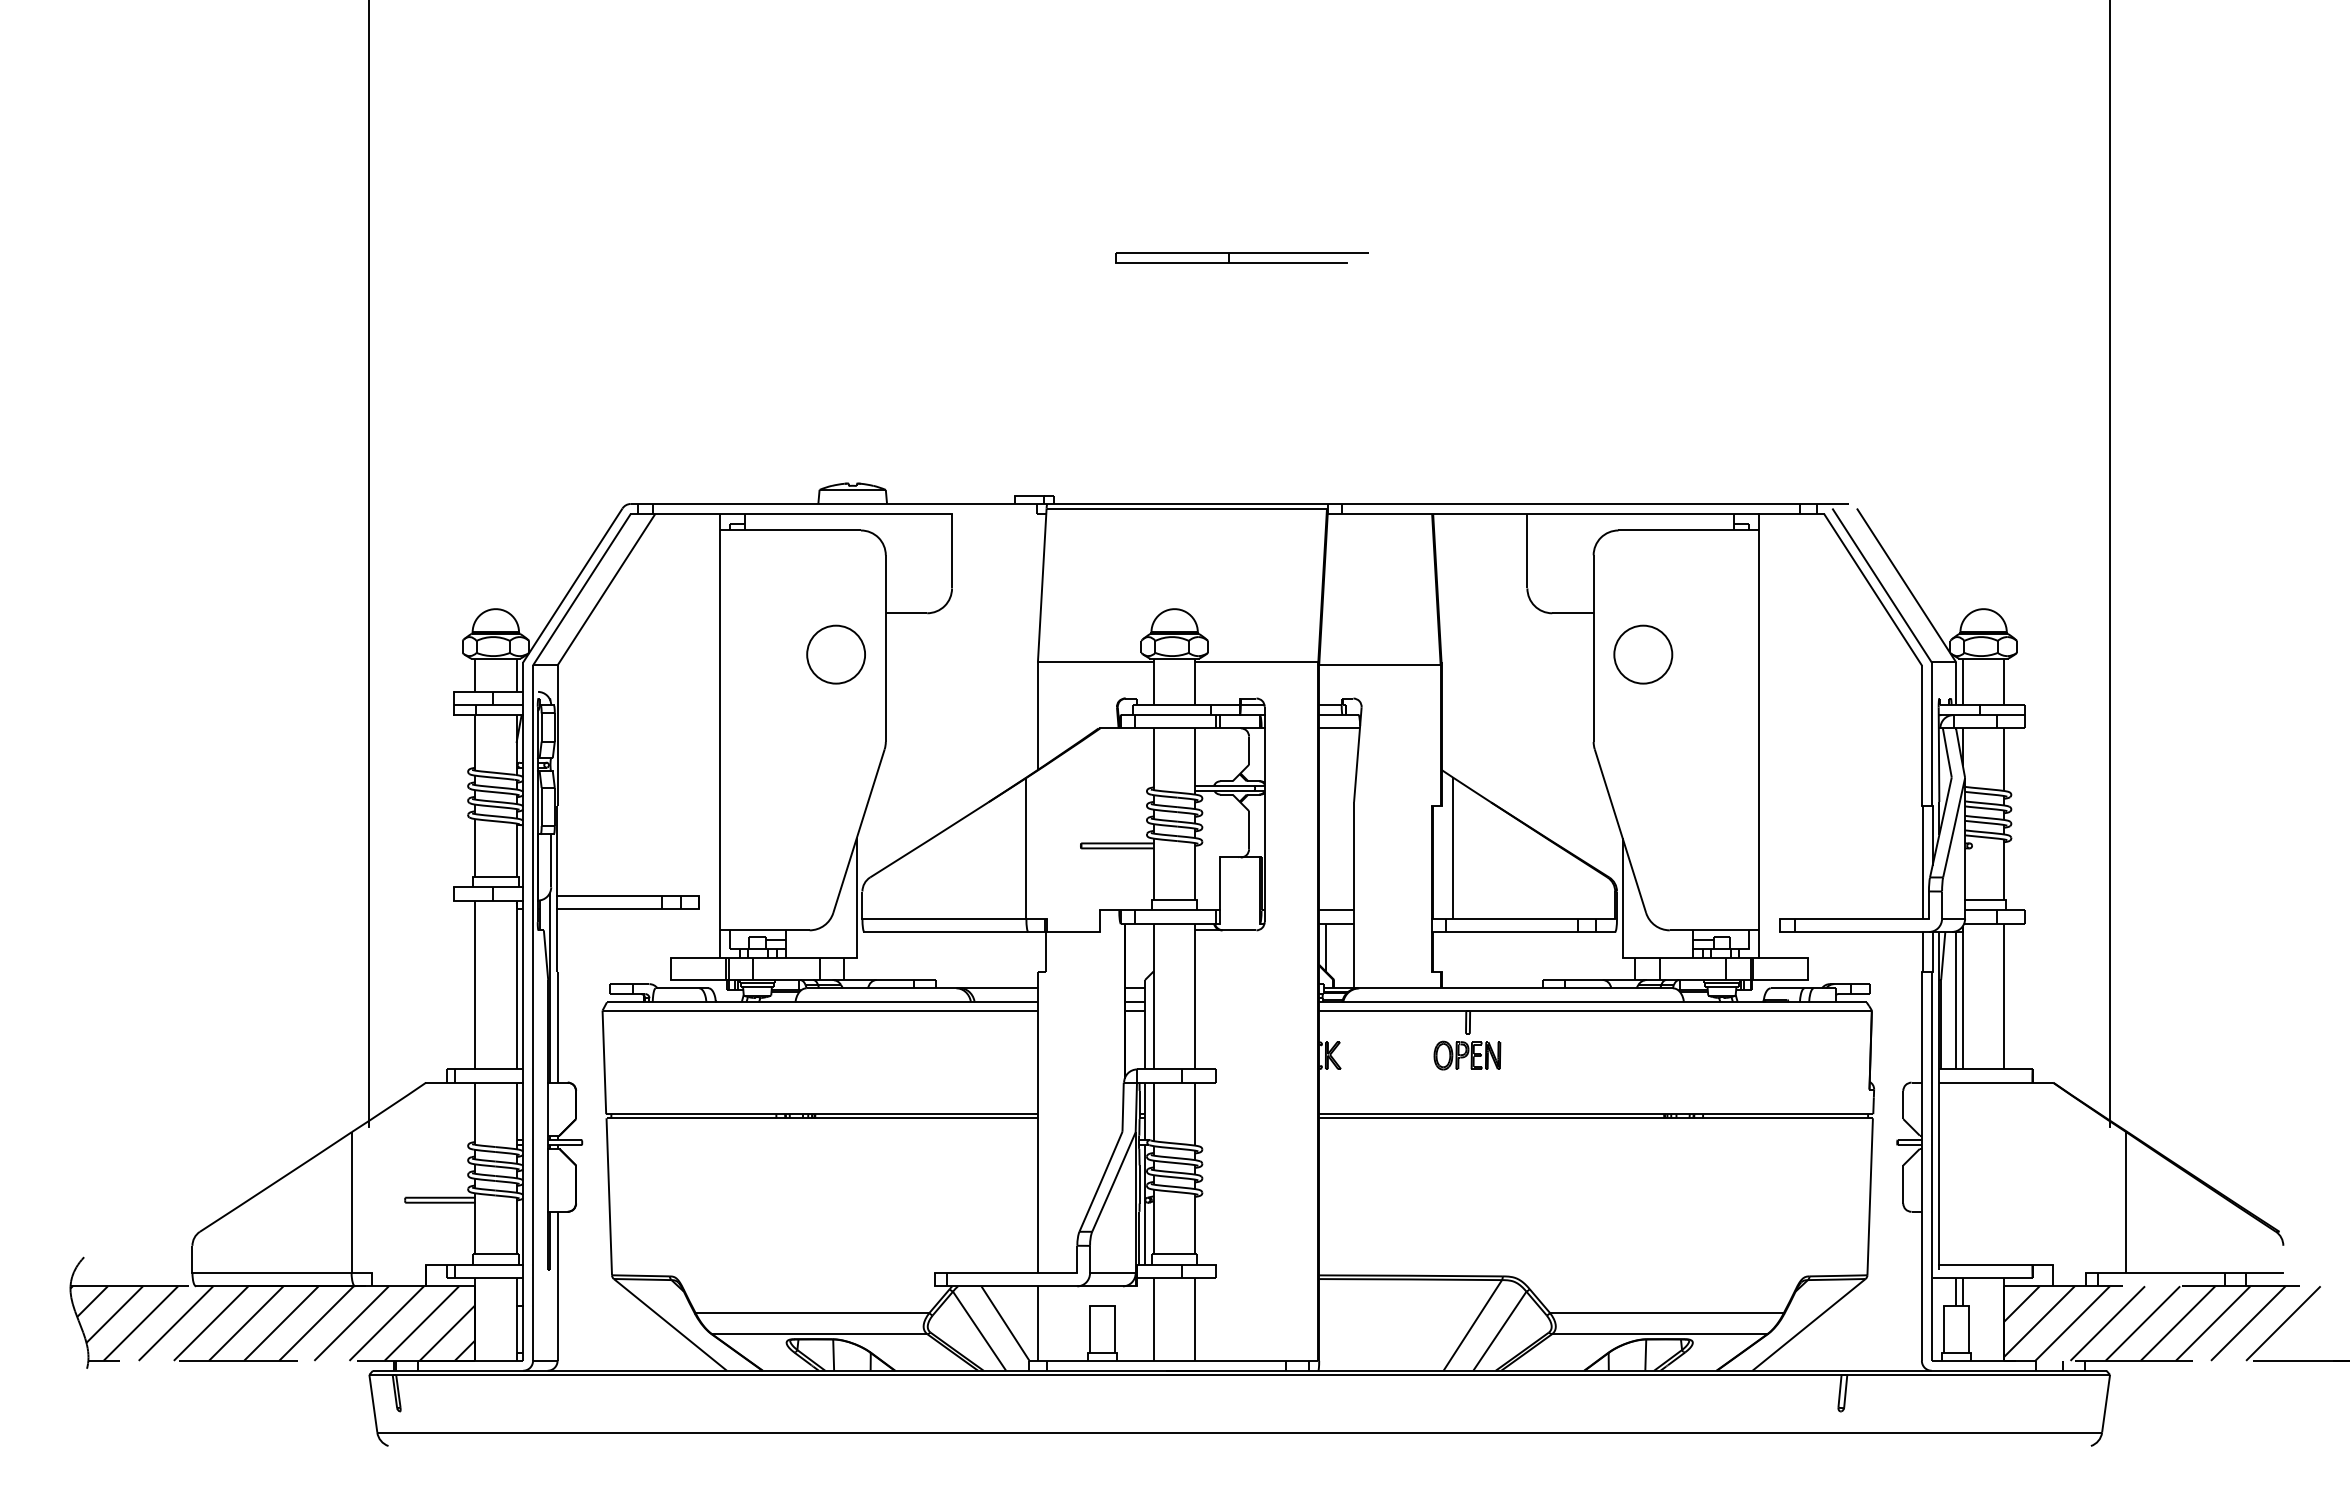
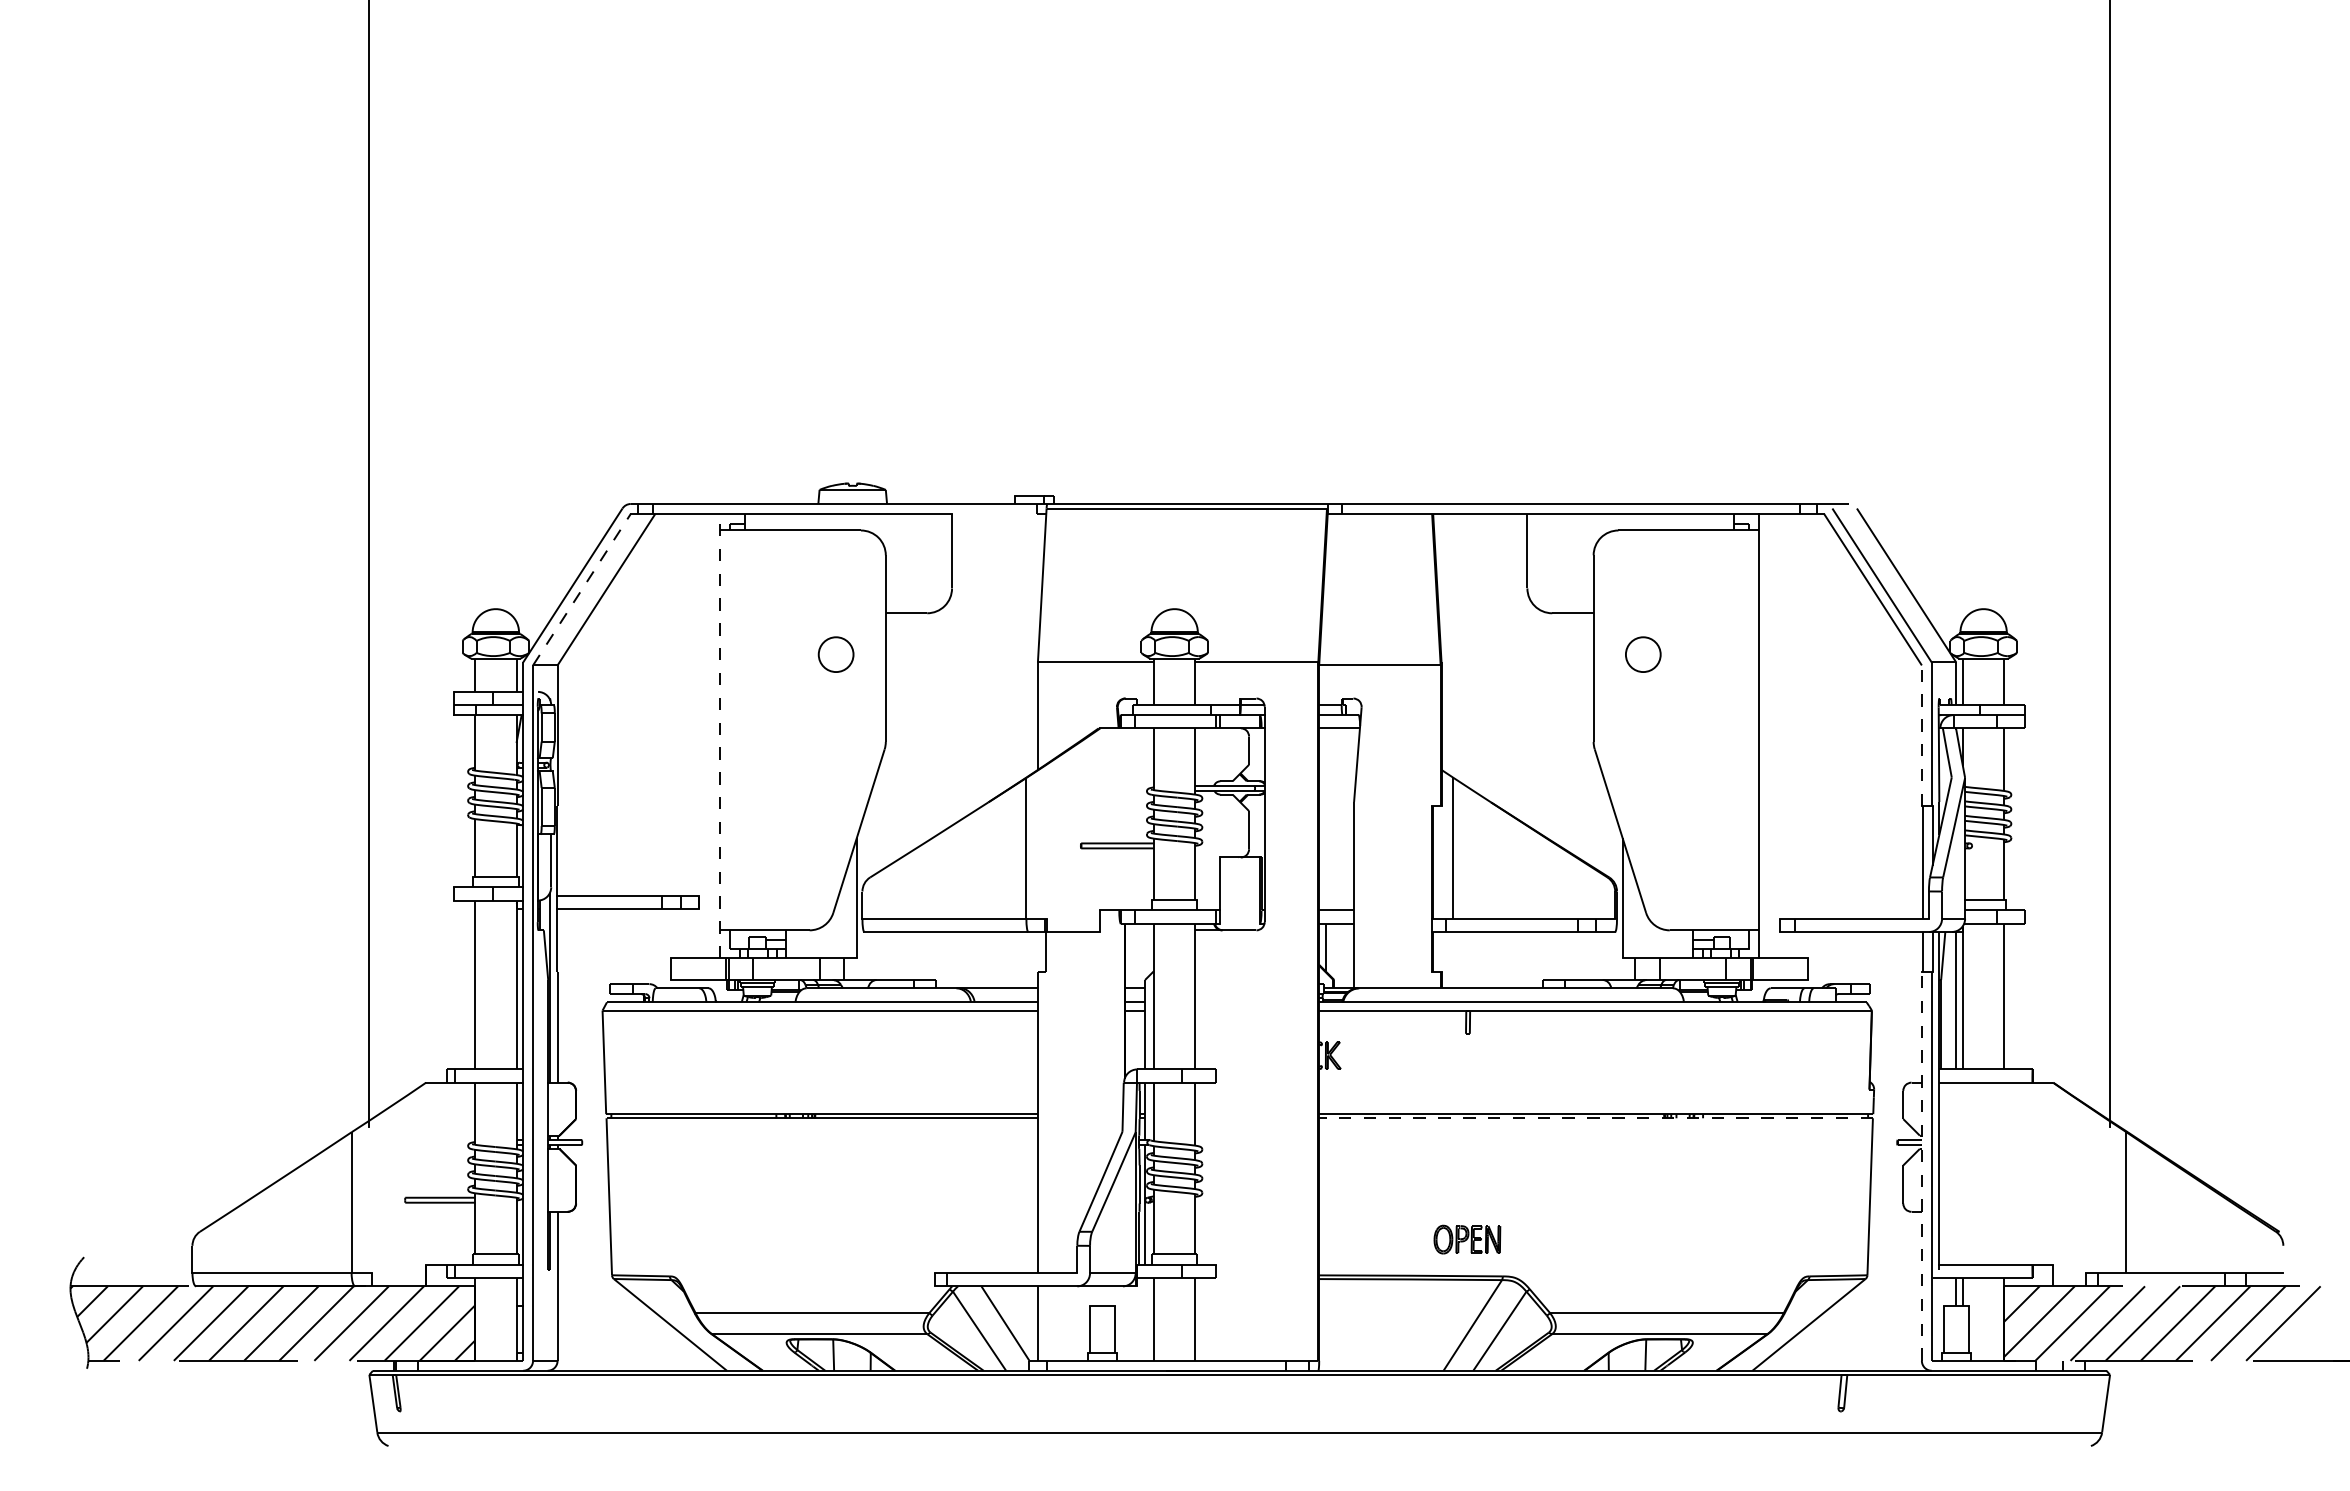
part at (1241, 257): present -> none
line at (582, 589): solid -> dashed
circle at (836, 654) diameter: 58 px -> 35 px
circle at (1643, 654) diameter: 58 px -> 35 px
line at (720, 735): solid -> dashed
line at (1921, 735): solid -> dashed
part at (1467, 1055) position: (1467, 1055) -> (1467, 1239)
line at (1596, 1118): solid -> dashed
line at (1921, 1166): solid -> dashed
